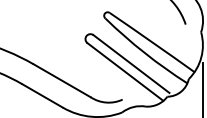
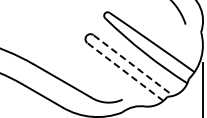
line at (131, 64): solid -> dashed
line at (125, 72): solid -> dashed
